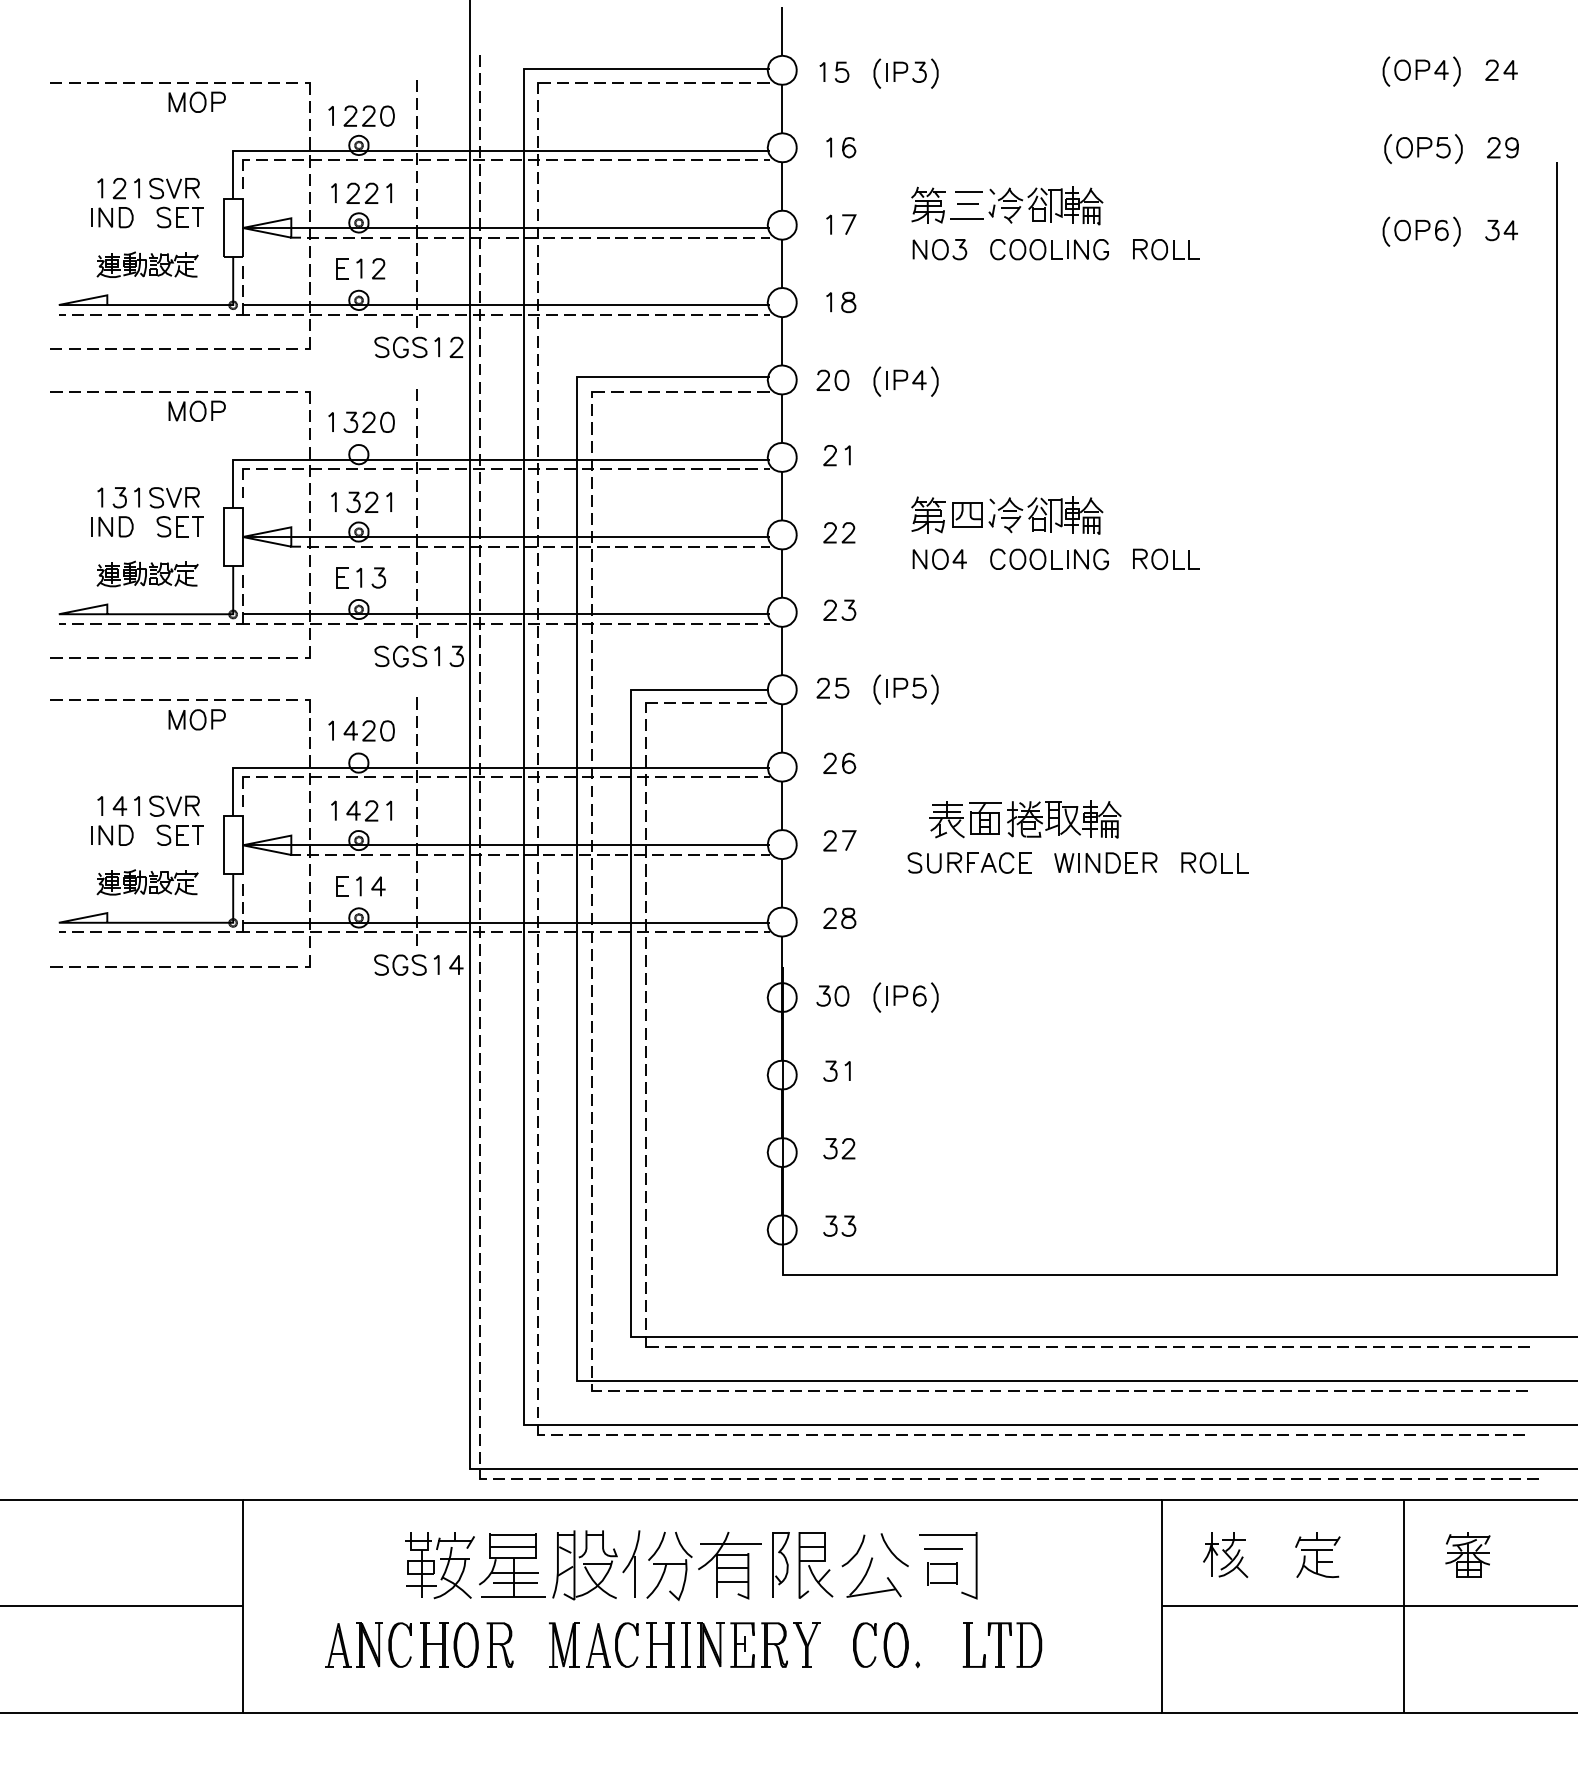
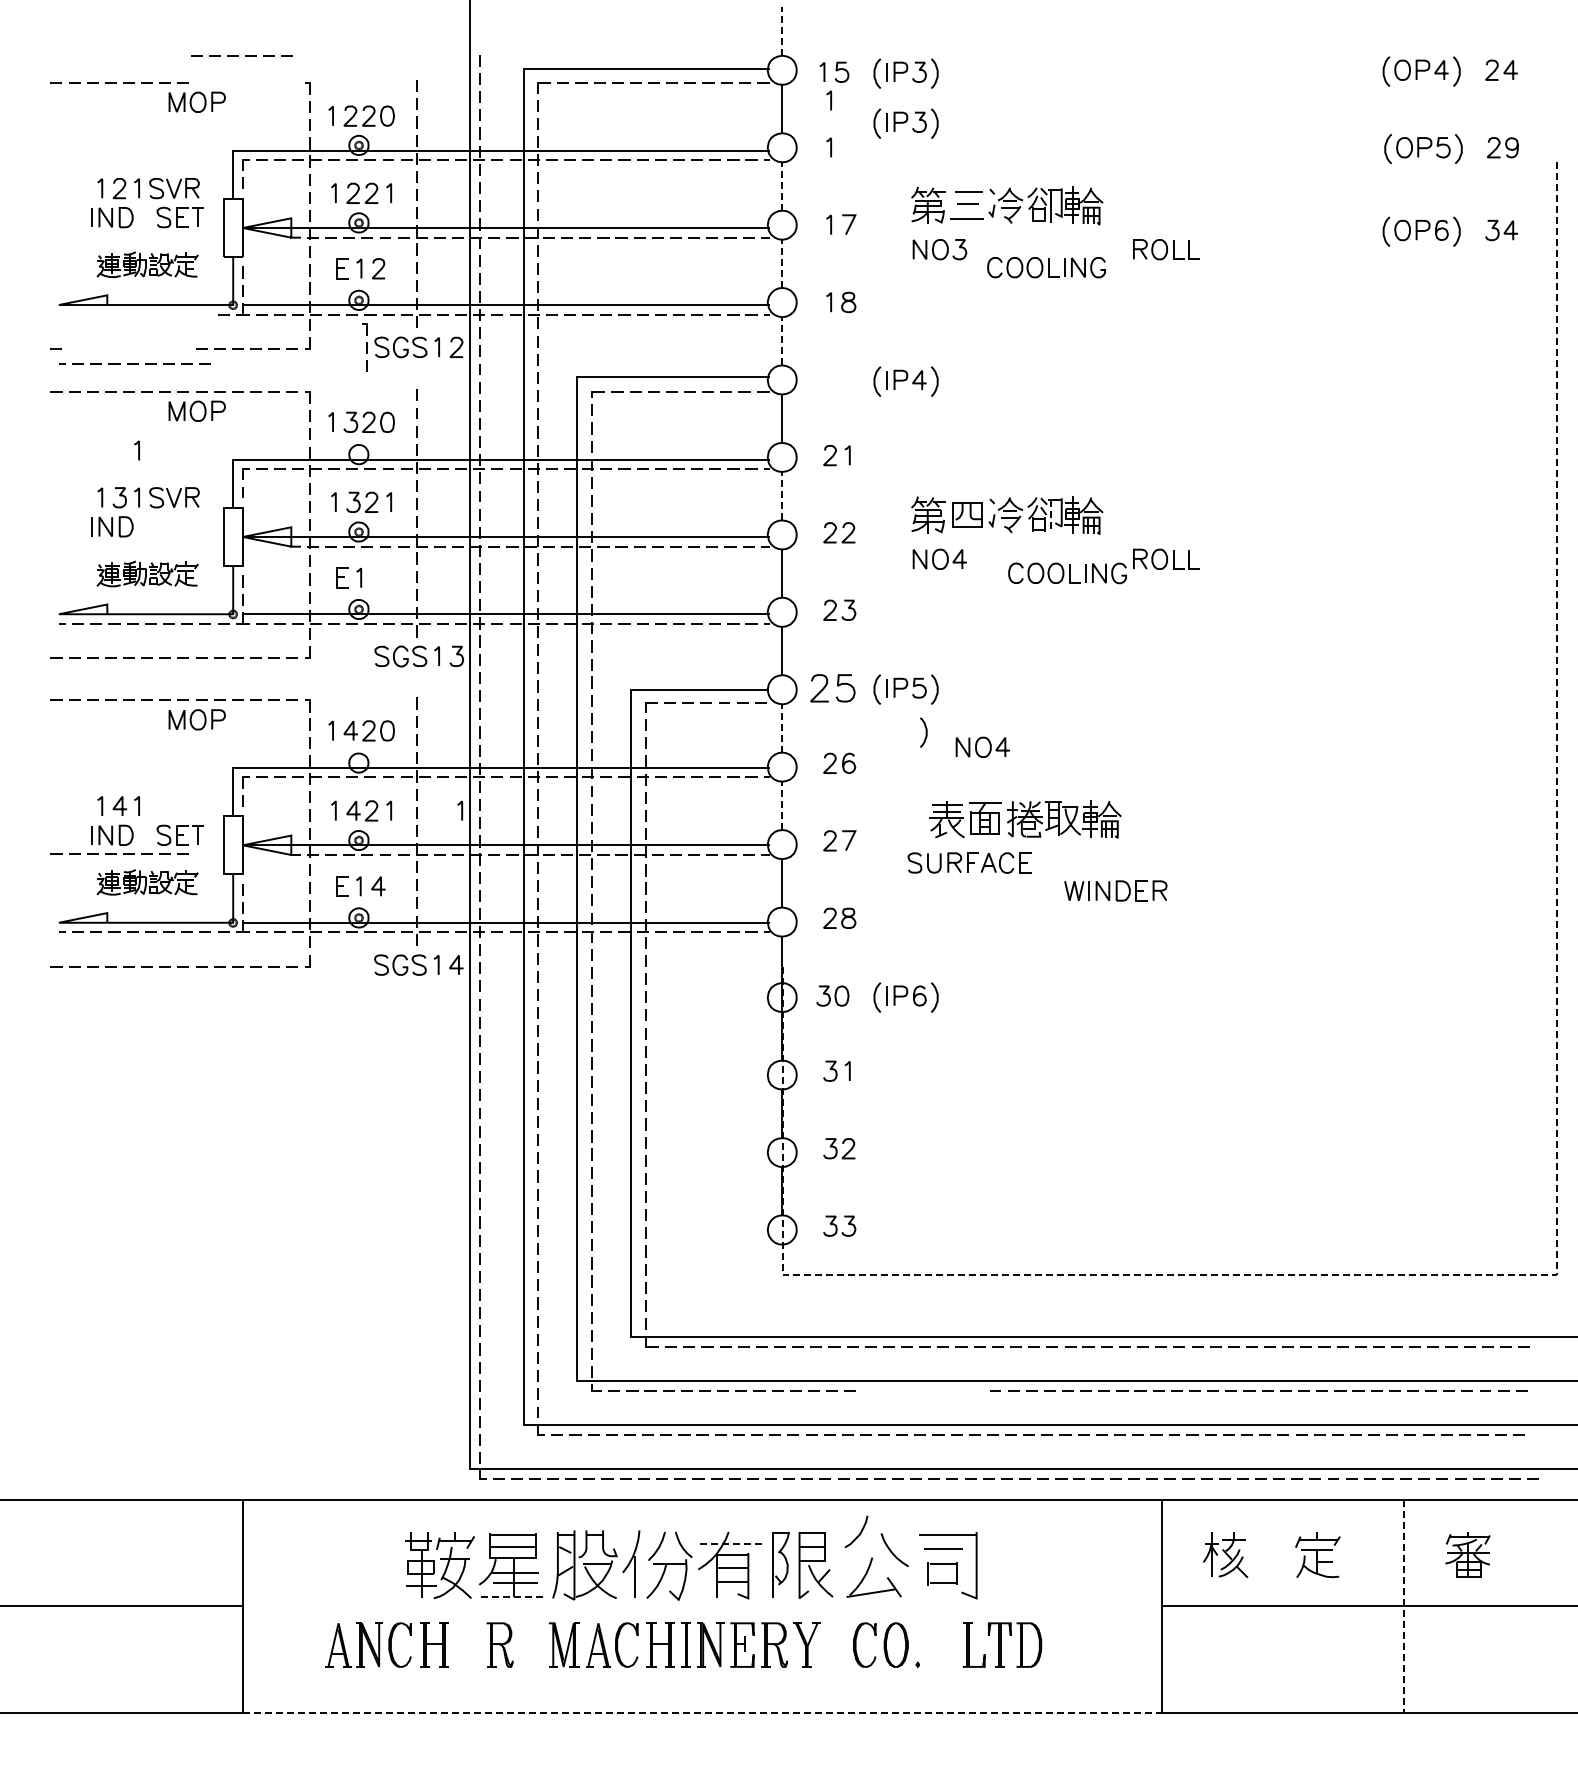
line at (782, 31): solid -> dashed
line at (243, 82) position: (243, 82) -> (238, 55)
line at (830, 100): none -> present
part at (905, 123): none -> present
curve at (849, 146): present -> none
line at (782, 186): solid -> dashed
part at (1049, 249) position: (1049, 249) -> (1046, 267)
line at (782, 263): solid -> dashed
line at (134, 314) position: (134, 314) -> (134, 363)
line at (782, 340): solid -> dashed
part at (364, 347): none -> present
line at (128, 348): present -> none
part at (832, 379): present -> none
line at (138, 450): none -> present
line at (782, 495): solid -> dashed
line at (1051, 516): solid -> dashed
part at (179, 526): present -> none
part at (1049, 559) position: (1049, 559) -> (1067, 573)
curve at (378, 576): present -> none
part at (832, 687) size: 34x22 px -> 46x29 px
line at (782, 727): solid -> dashed
curve at (925, 732): none -> present
part at (982, 746): none -> present
part at (174, 805): present -> none
line at (782, 805): solid -> dashed
line at (461, 810): none -> present
line at (116, 853): none -> present
part at (1105, 862) position: (1105, 862) -> (1115, 890)
part at (1214, 862): present -> none
line at (1556, 1261): solid -> dashed
line at (922, 1390): present -> none
line at (731, 1543): solid -> dashed
curve at (856, 1552) position: (856, 1552) -> (859, 1533)
line at (513, 1597): solid -> dashed
line at (1404, 1606): solid -> dashed
part at (465, 1644): present -> none
line at (702, 1713): solid -> dashed
